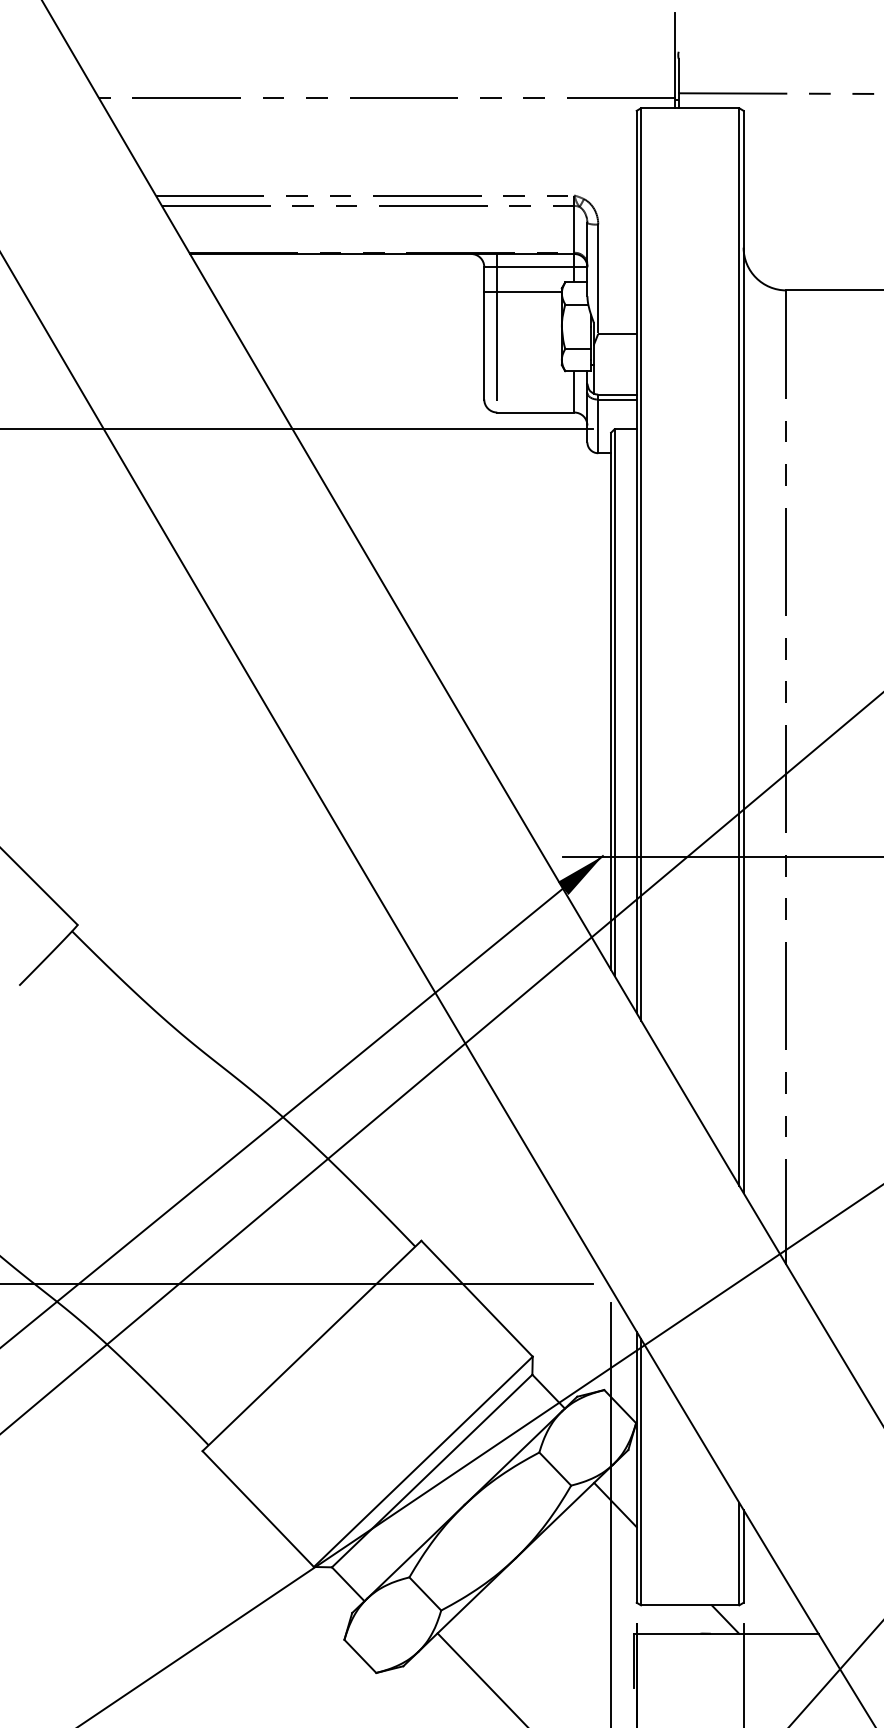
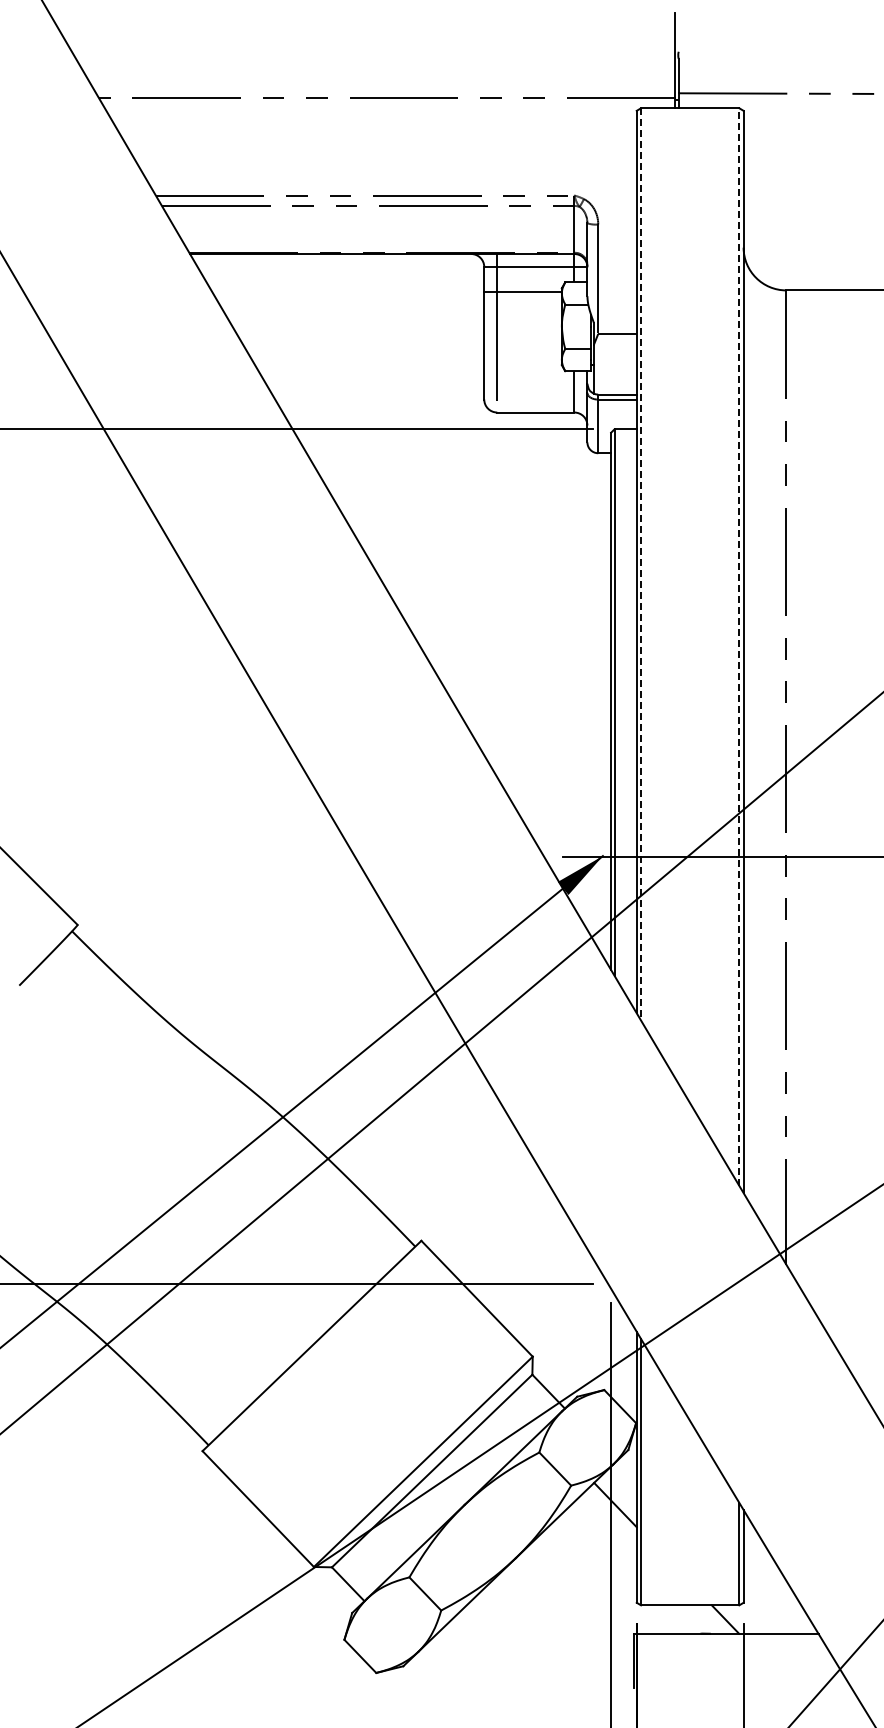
line at (641, 564): solid -> dashed
line at (739, 647): solid -> dashed
line at (481, 1678): present -> none
